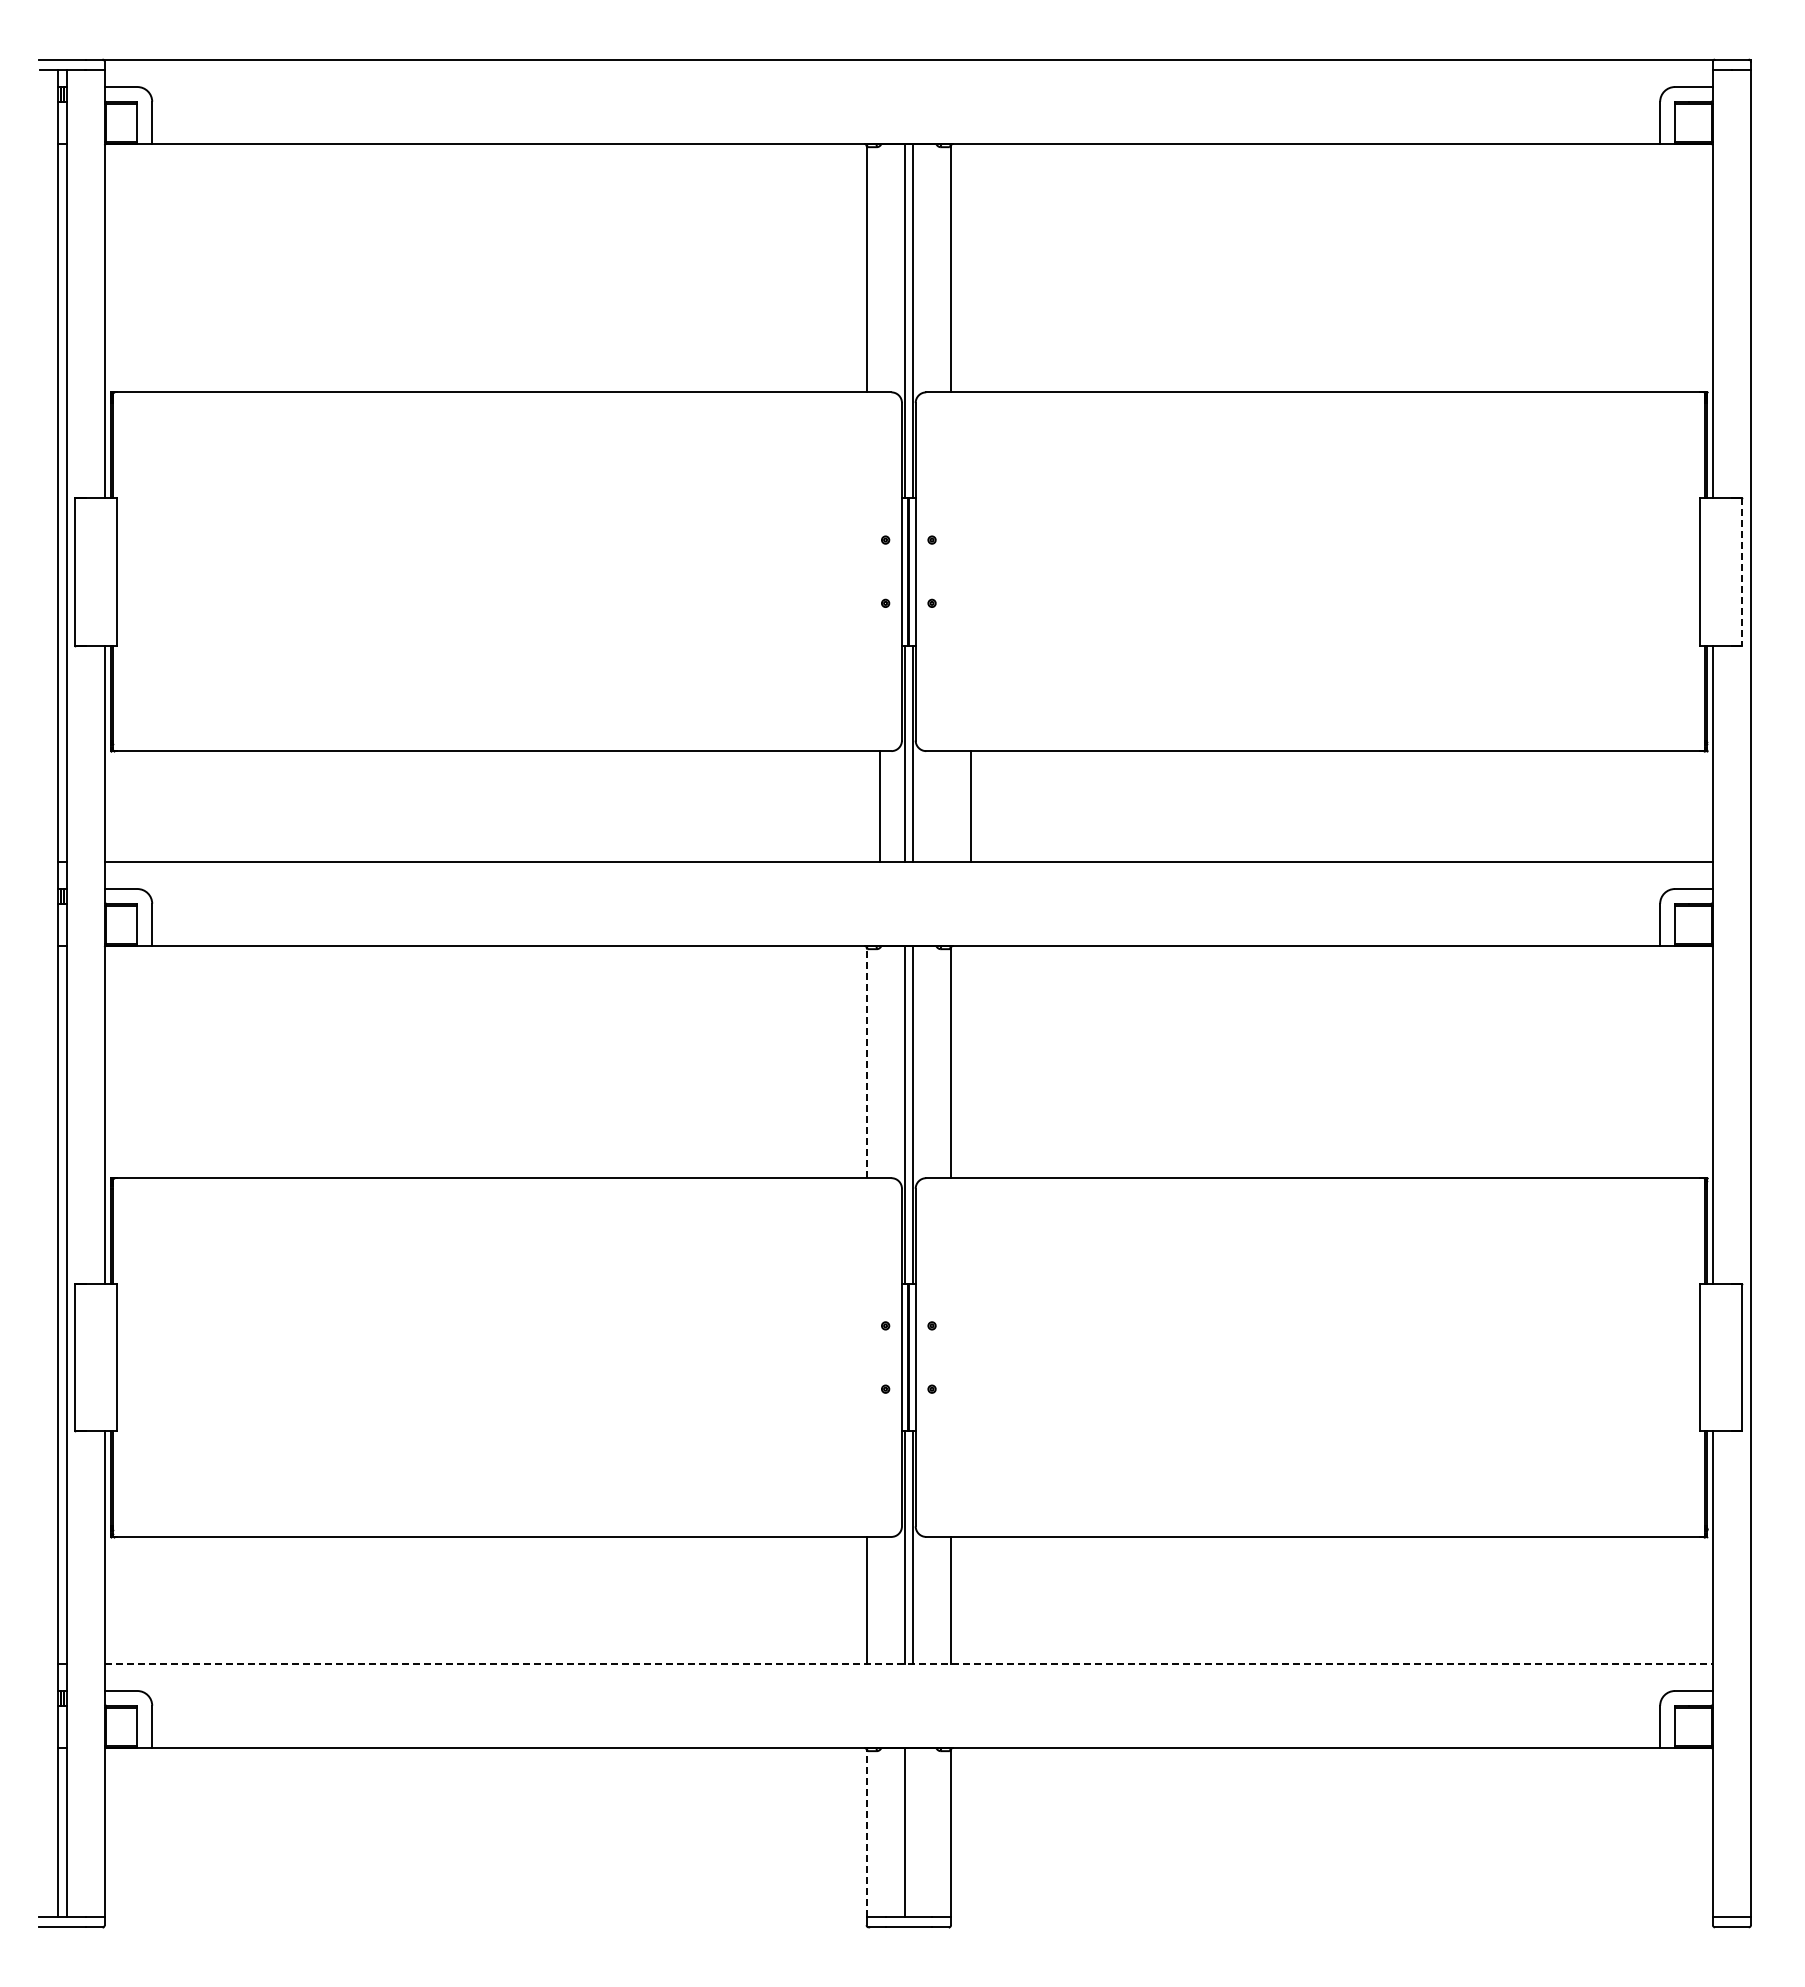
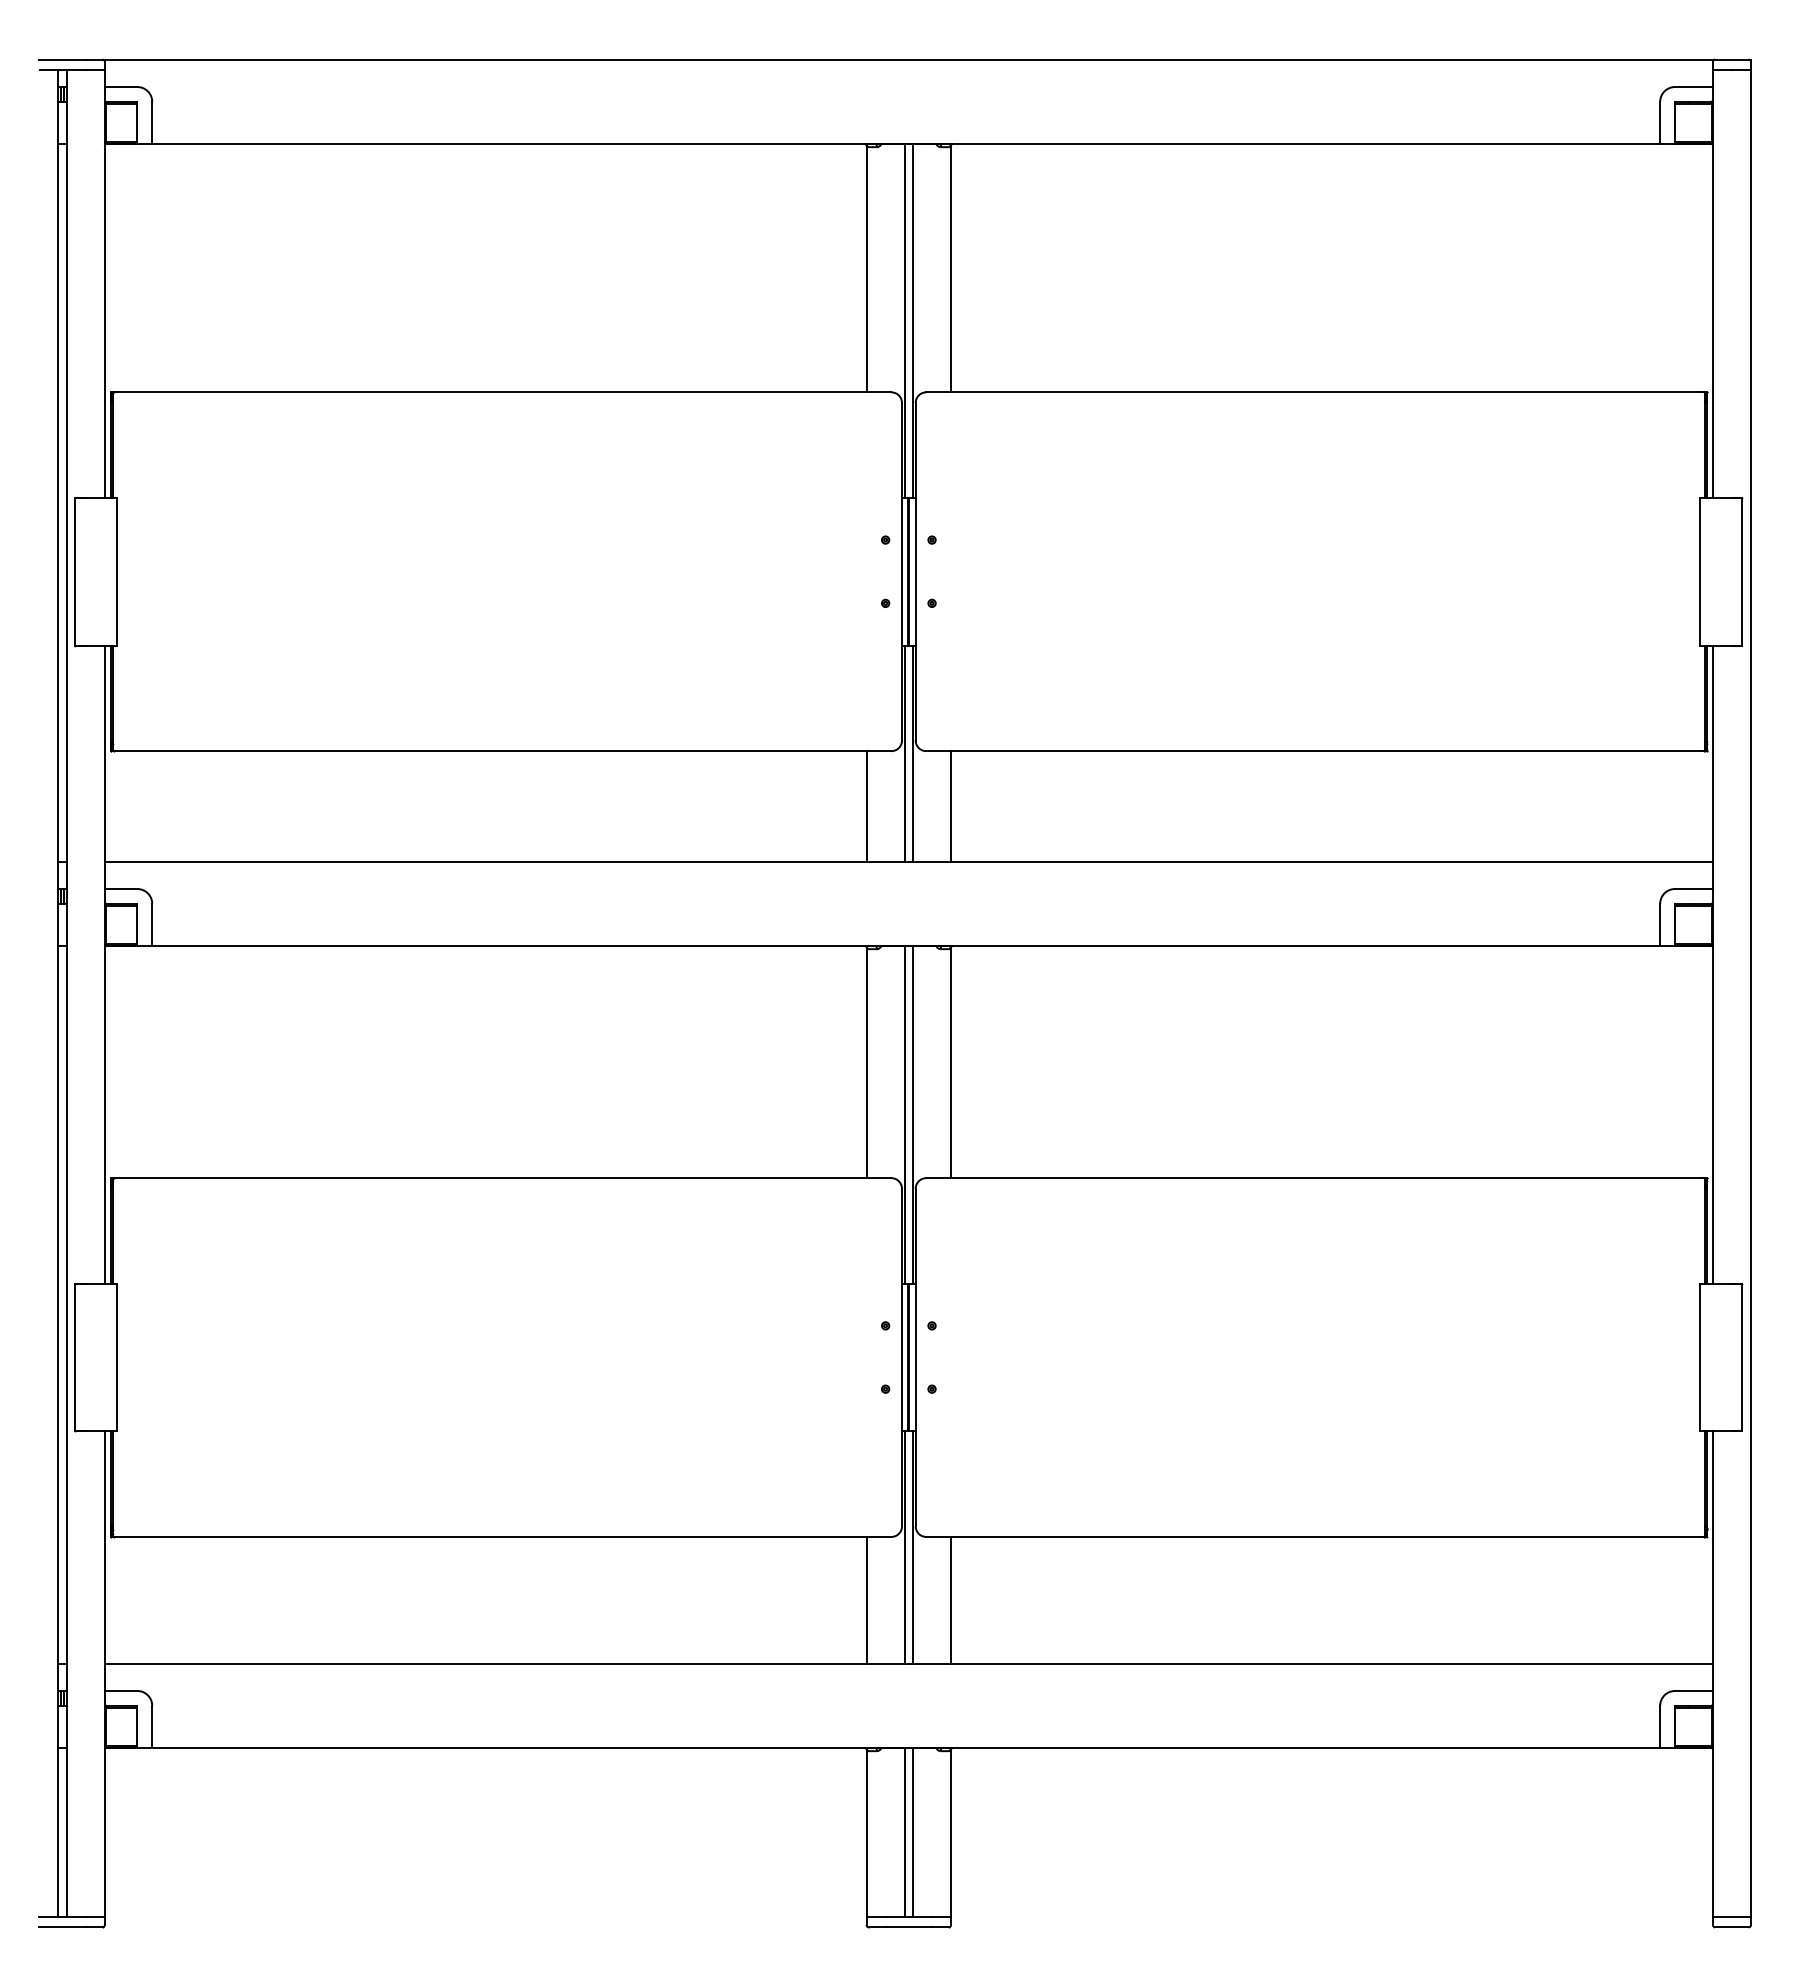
line at (1742, 571): dashed -> solid
line at (879, 806) position: (879, 806) -> (866, 806)
line at (971, 806) position: (971, 806) -> (951, 806)
line at (866, 1062): dashed -> solid
line at (909, 1663): dashed -> solid
line at (913, 1831): none -> present
line at (866, 1832): dashed -> solid
